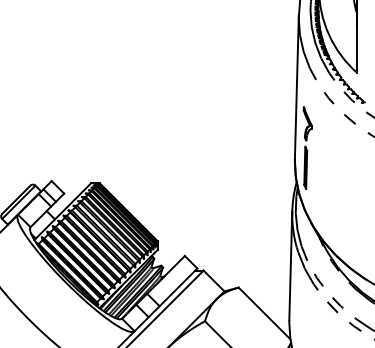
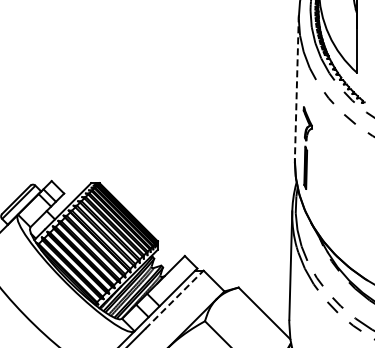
line at (296, 87): solid -> dashed
line at (174, 299): solid -> dashed
